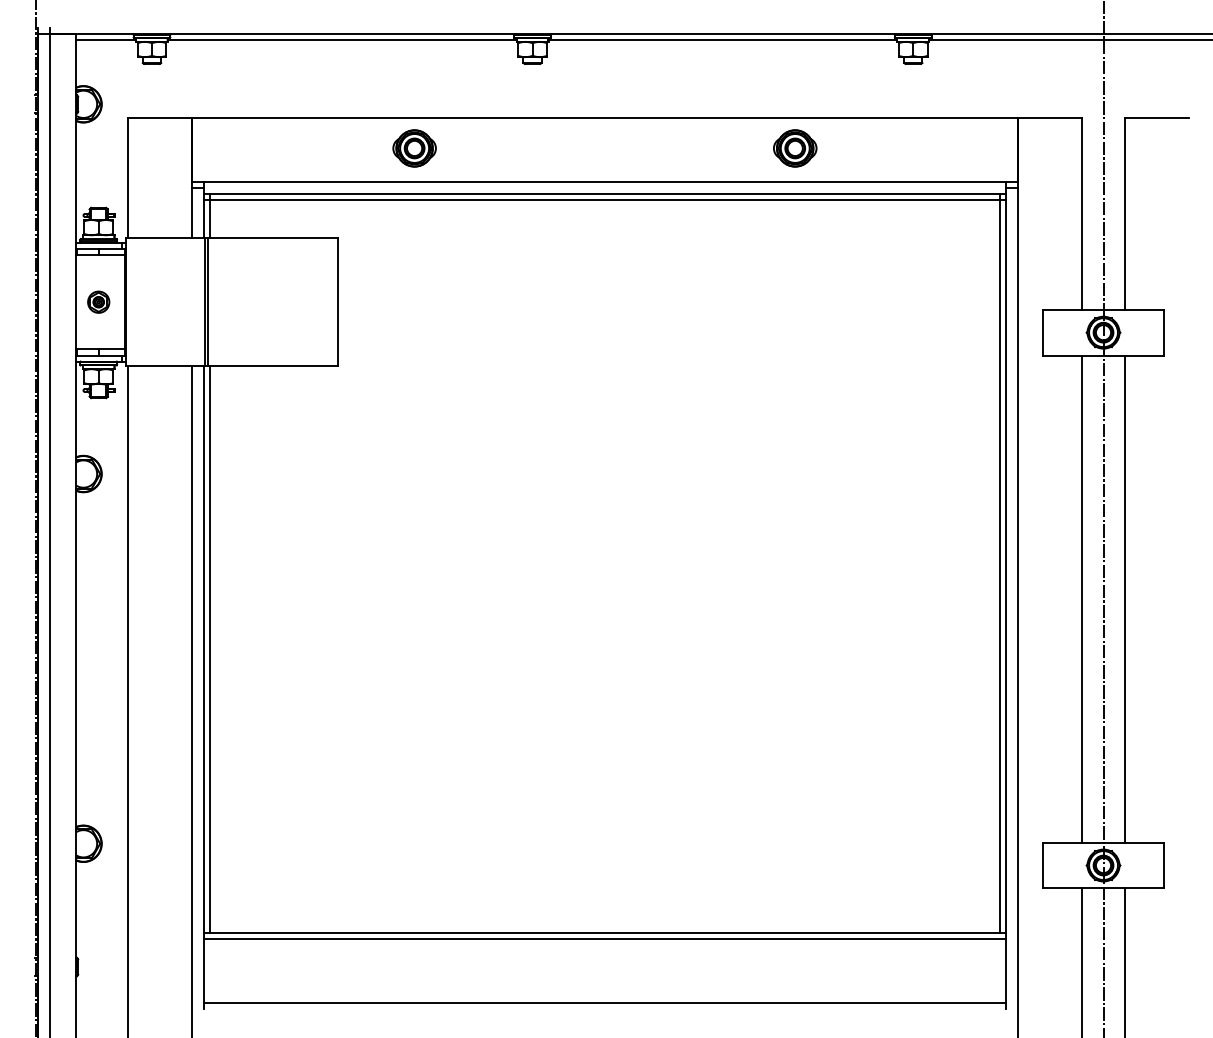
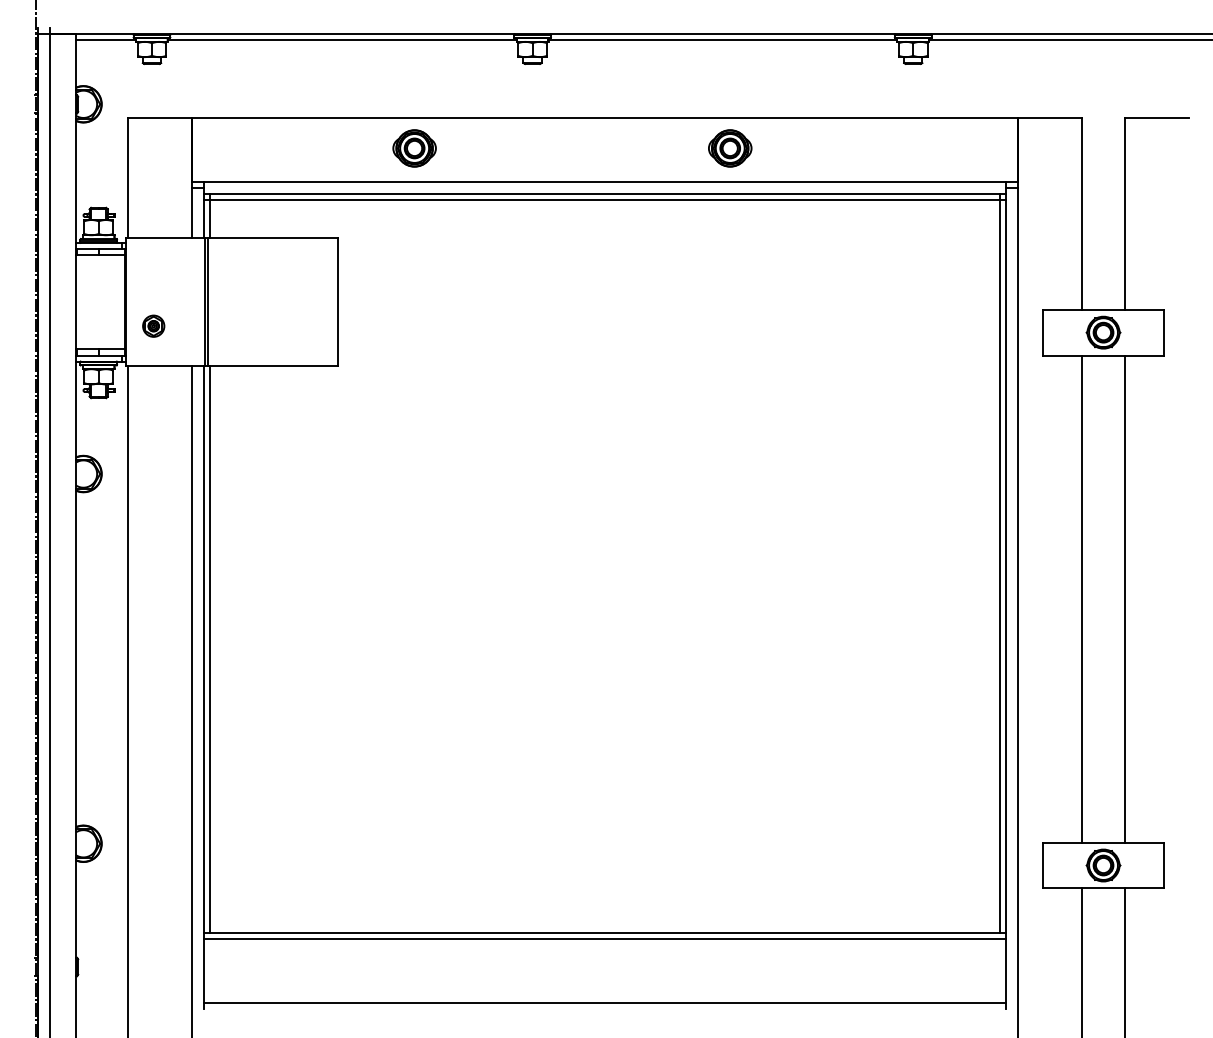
part at (795, 148) position: (795, 148) -> (730, 148)
part at (98, 301) position: (98, 301) -> (153, 325)
line at (1103, 518): present -> none
